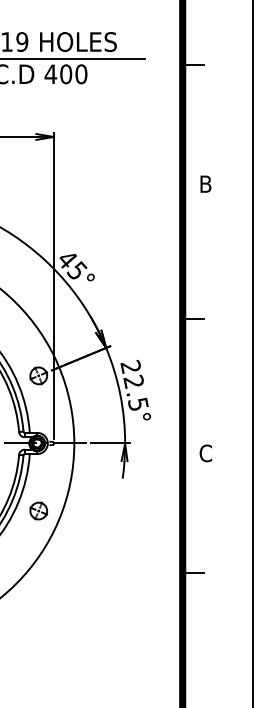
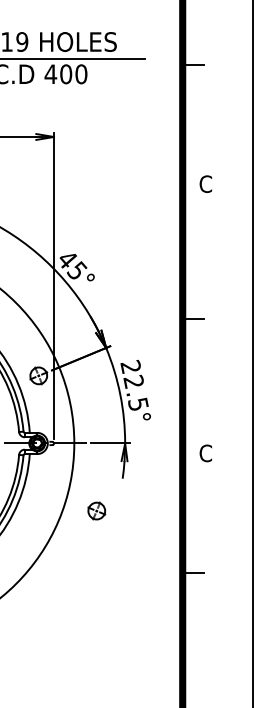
text at (205, 183): B -> C
part at (38, 510) position: (38, 510) -> (96, 510)
